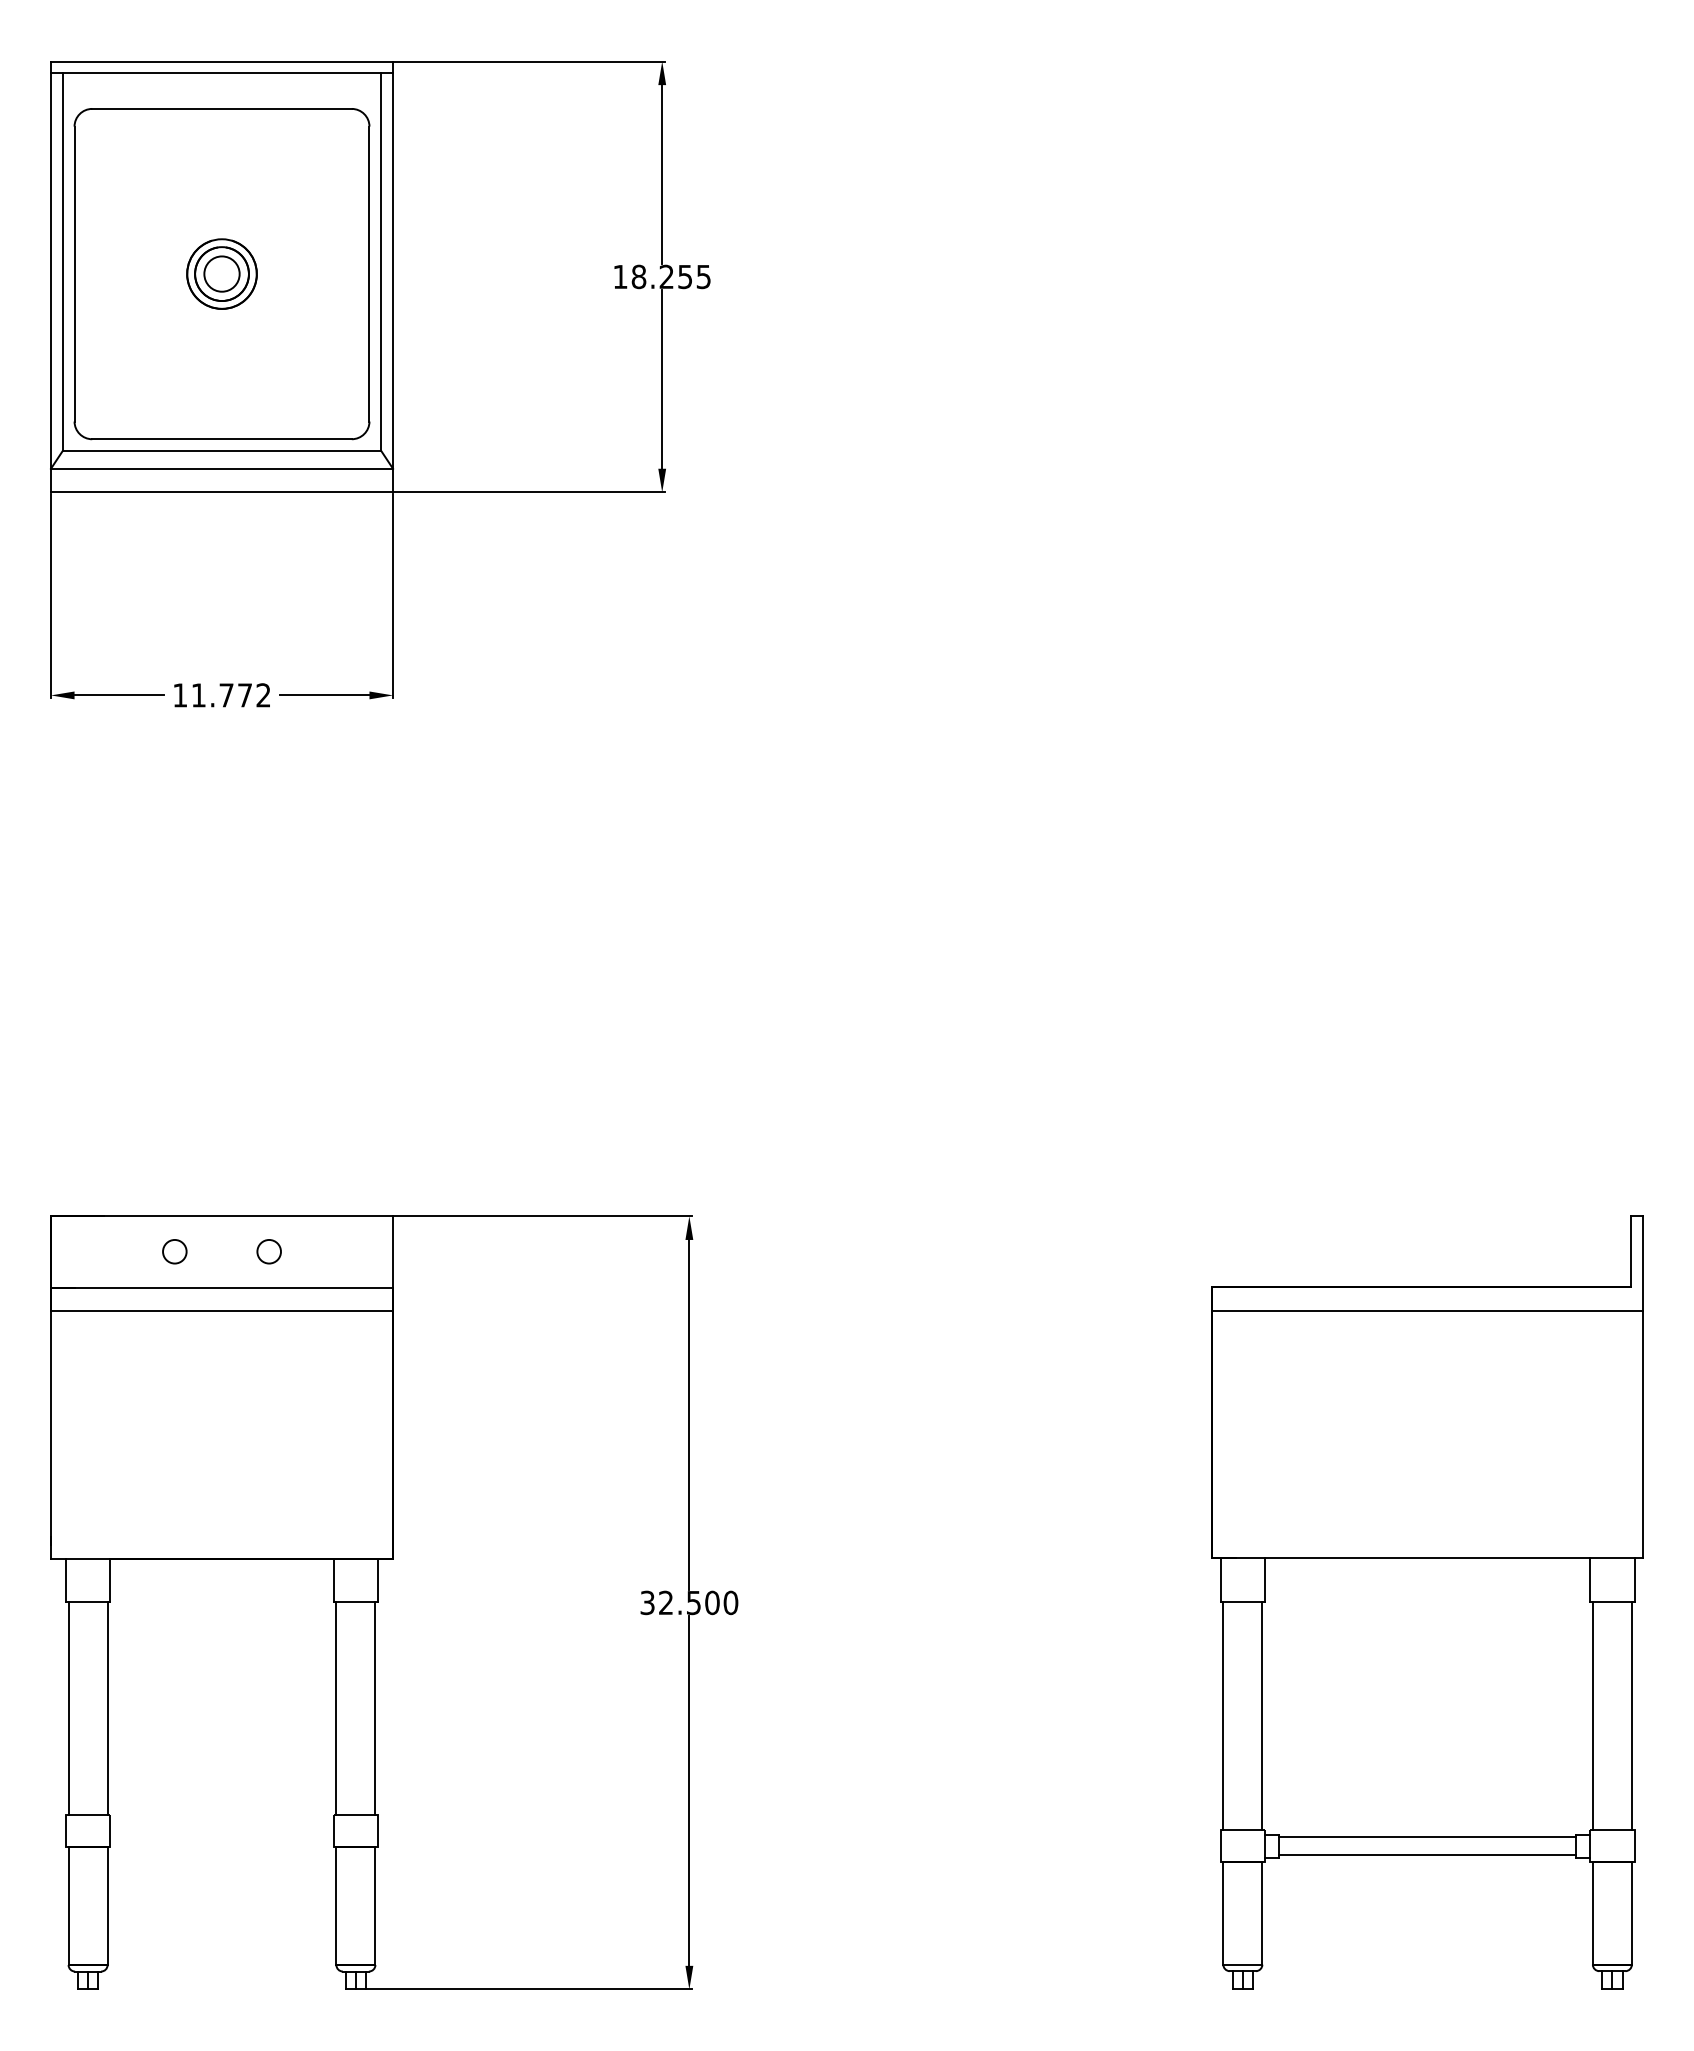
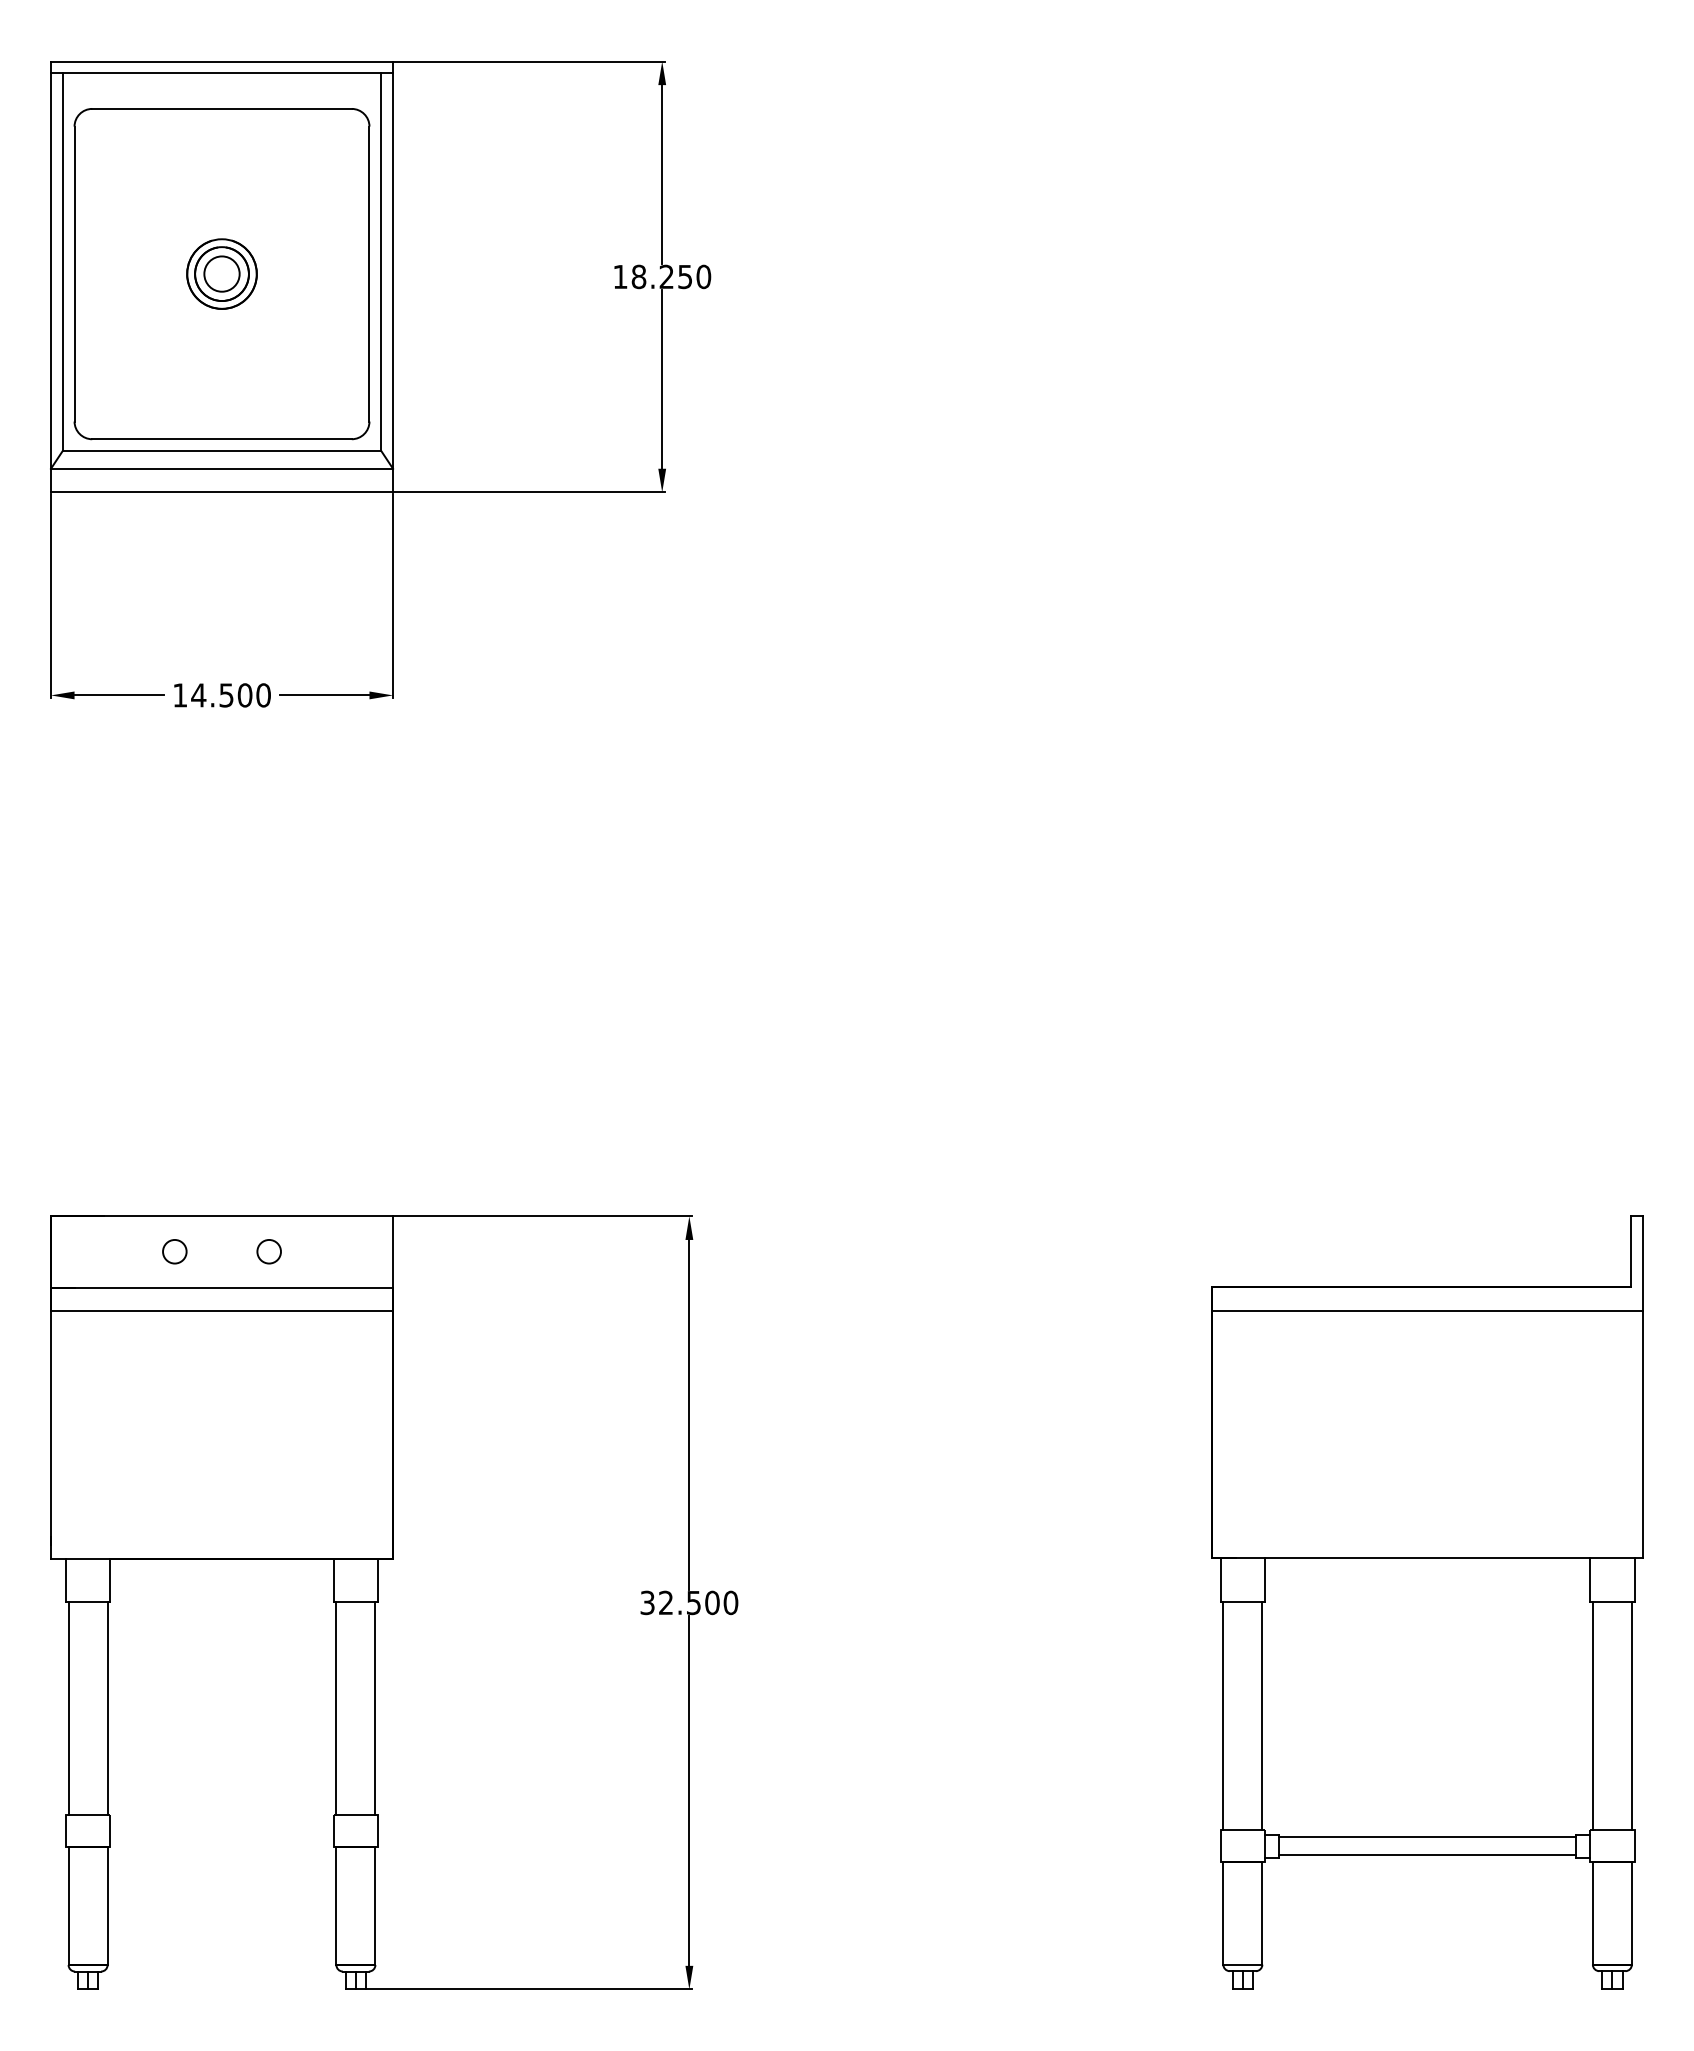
text at (703, 276): 18.255 -> 18.250
text at (230, 695): 11.772 -> 14.500
